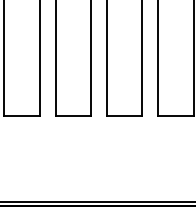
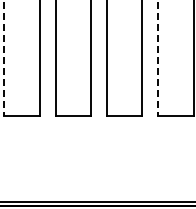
line at (4, 58): solid -> dashed
line at (158, 58): solid -> dashed
